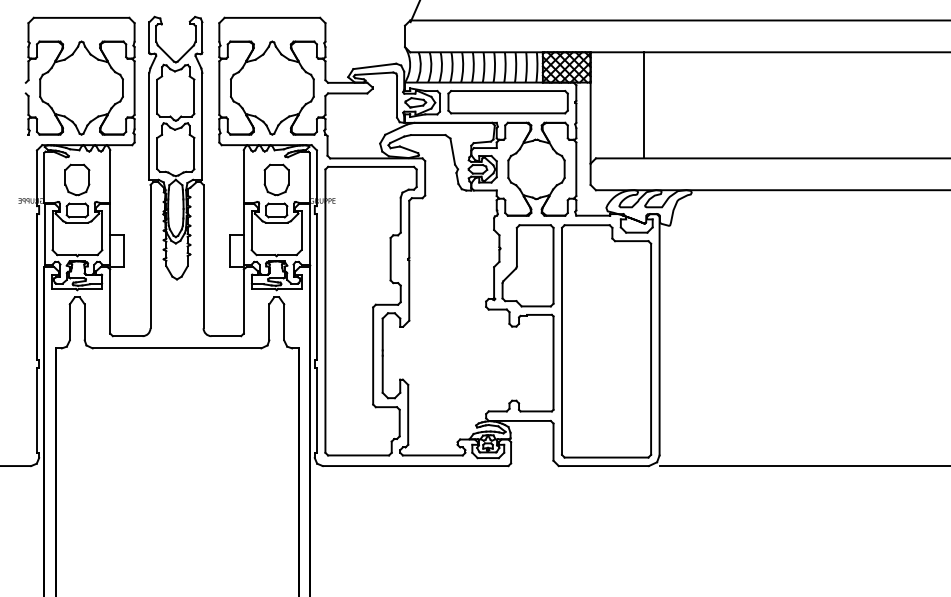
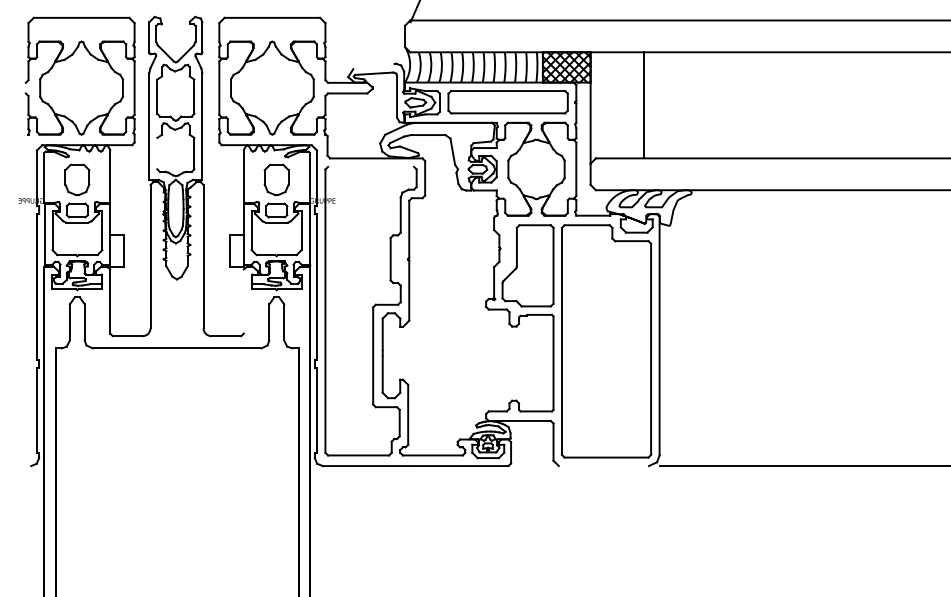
line at (373, 66): present -> none
line at (157, 153): present -> none
line at (371, 166): present -> none
line at (243, 301): present -> none
line at (16, 466): present -> none
line at (603, 466): present -> none
